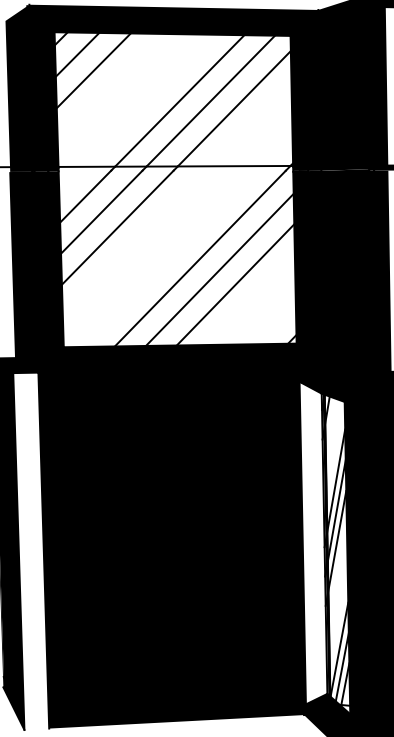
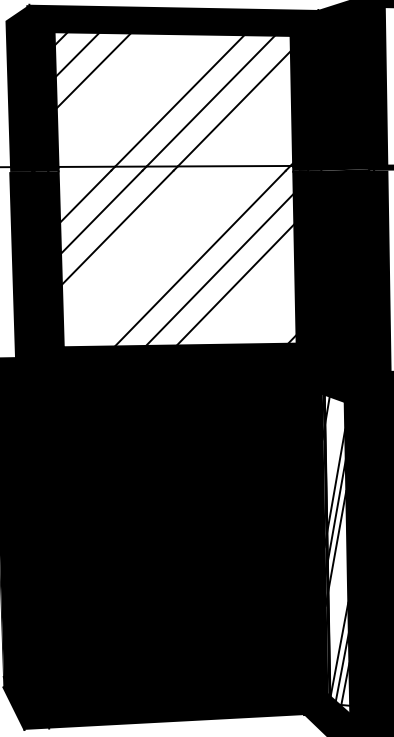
fill at (313, 542): none -> present
fill at (31, 550): none -> present
